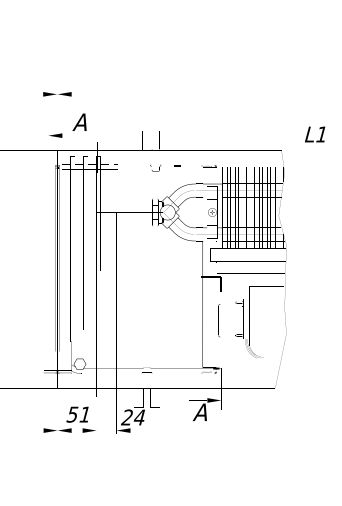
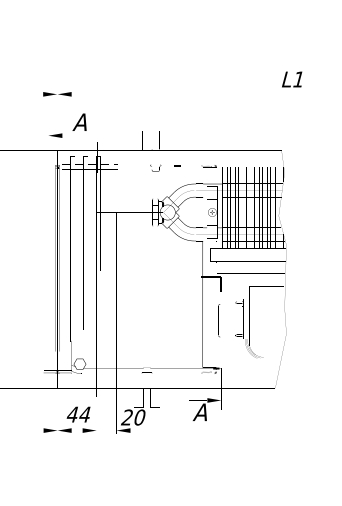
text at (315, 134) position: (315, 134) -> (292, 79)
text at (78, 414): 51 -> 44
text at (139, 417): 24 -> 20
